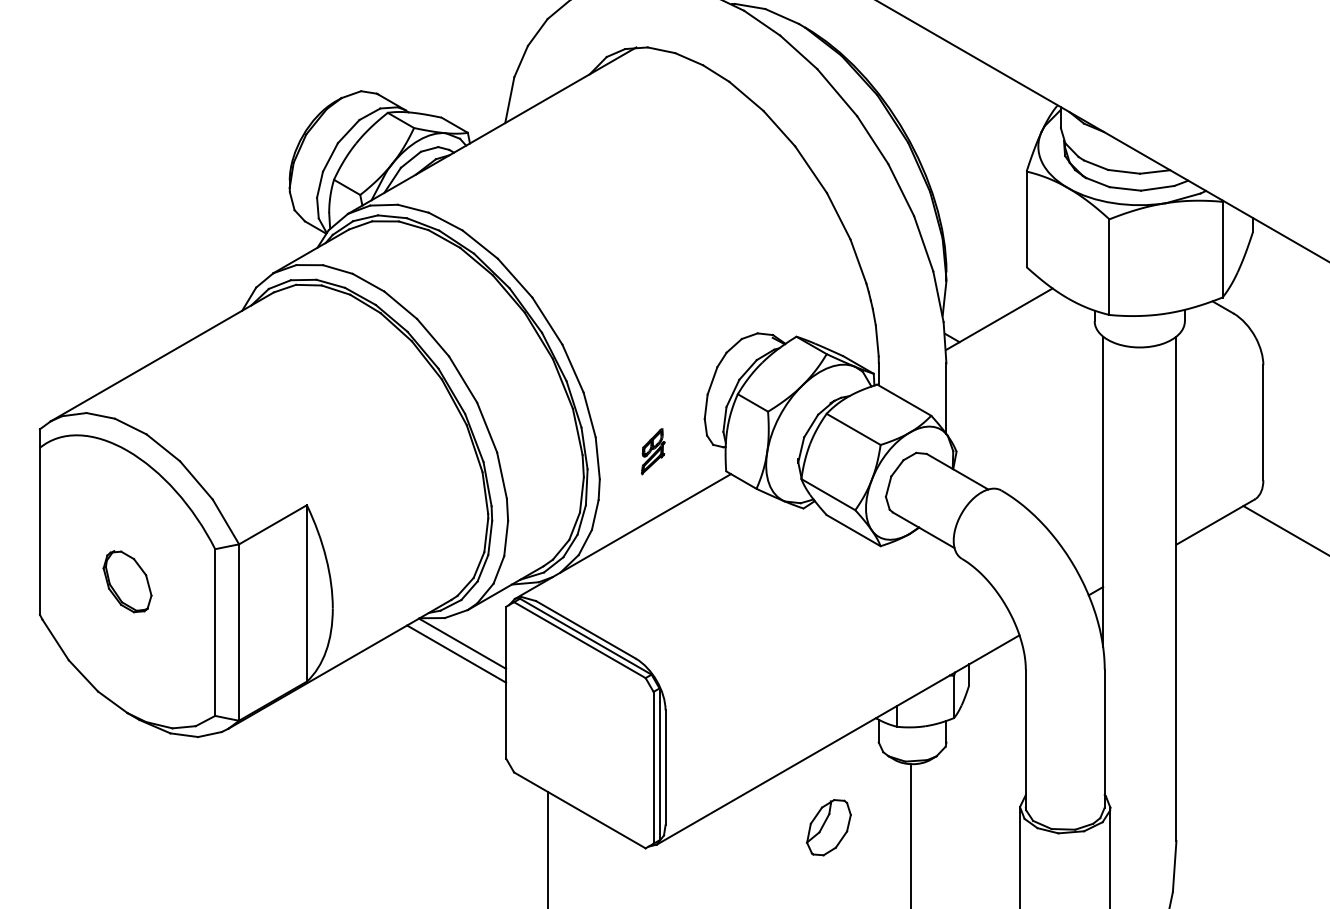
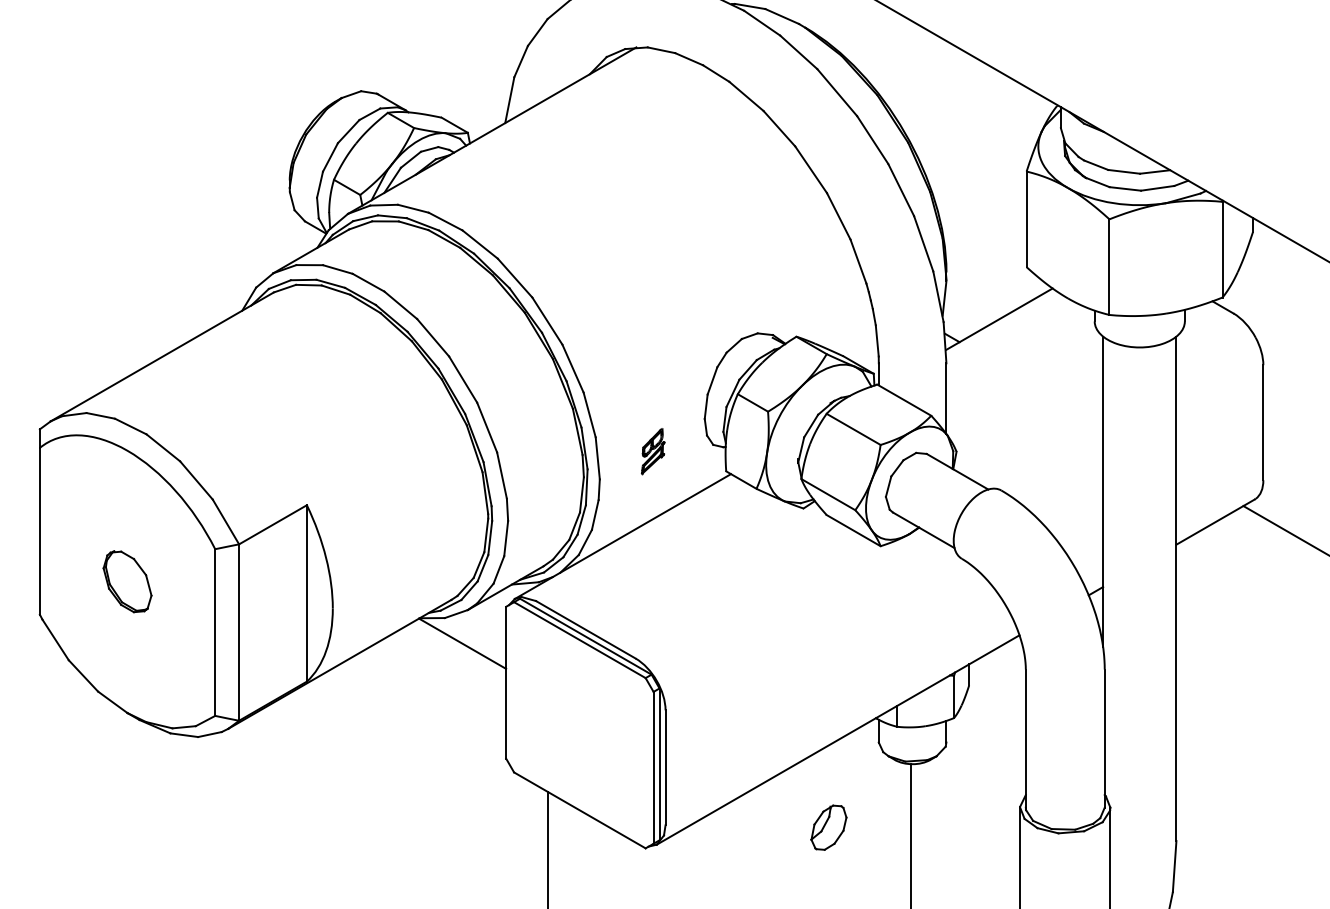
line at (456, 653): present -> none
part at (828, 827) size: 46x58 px -> 38x47 px
